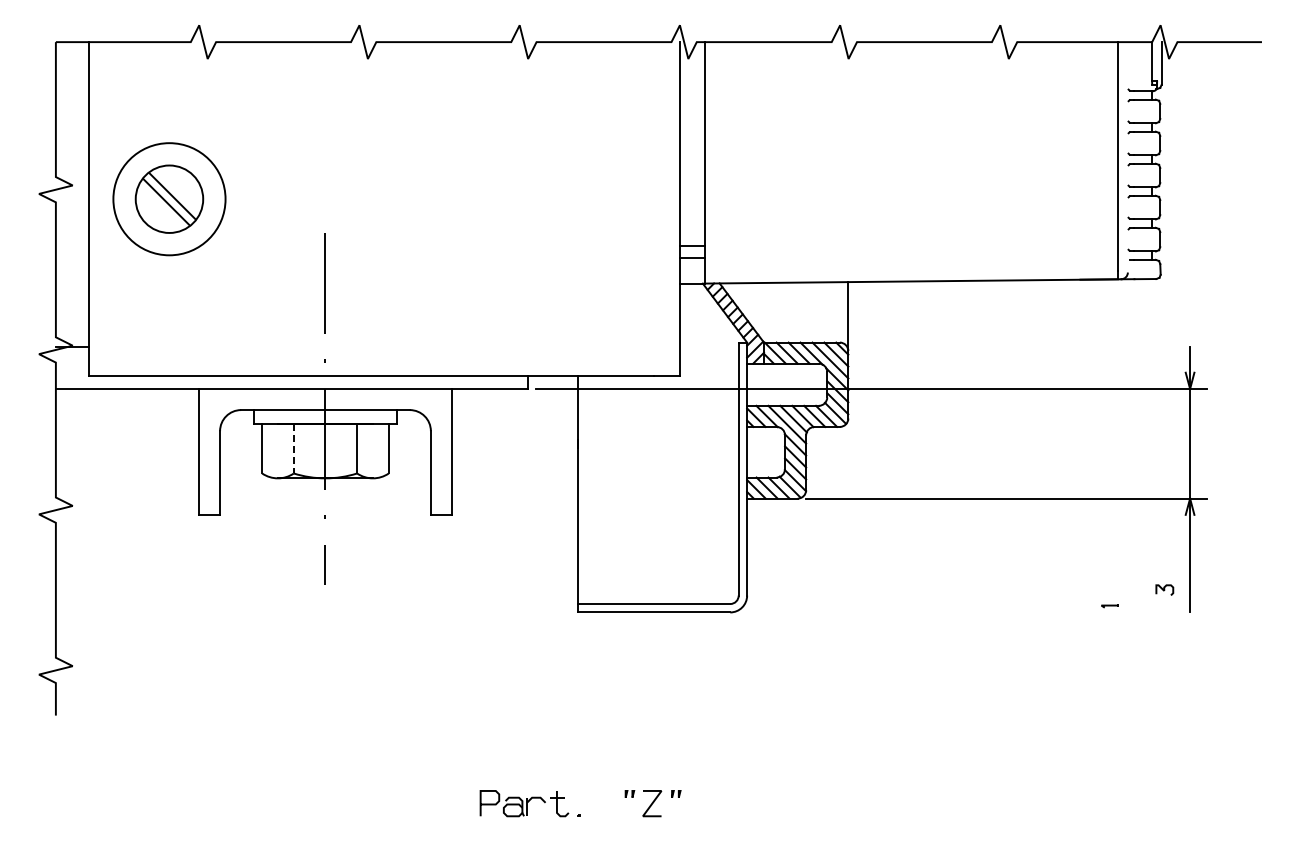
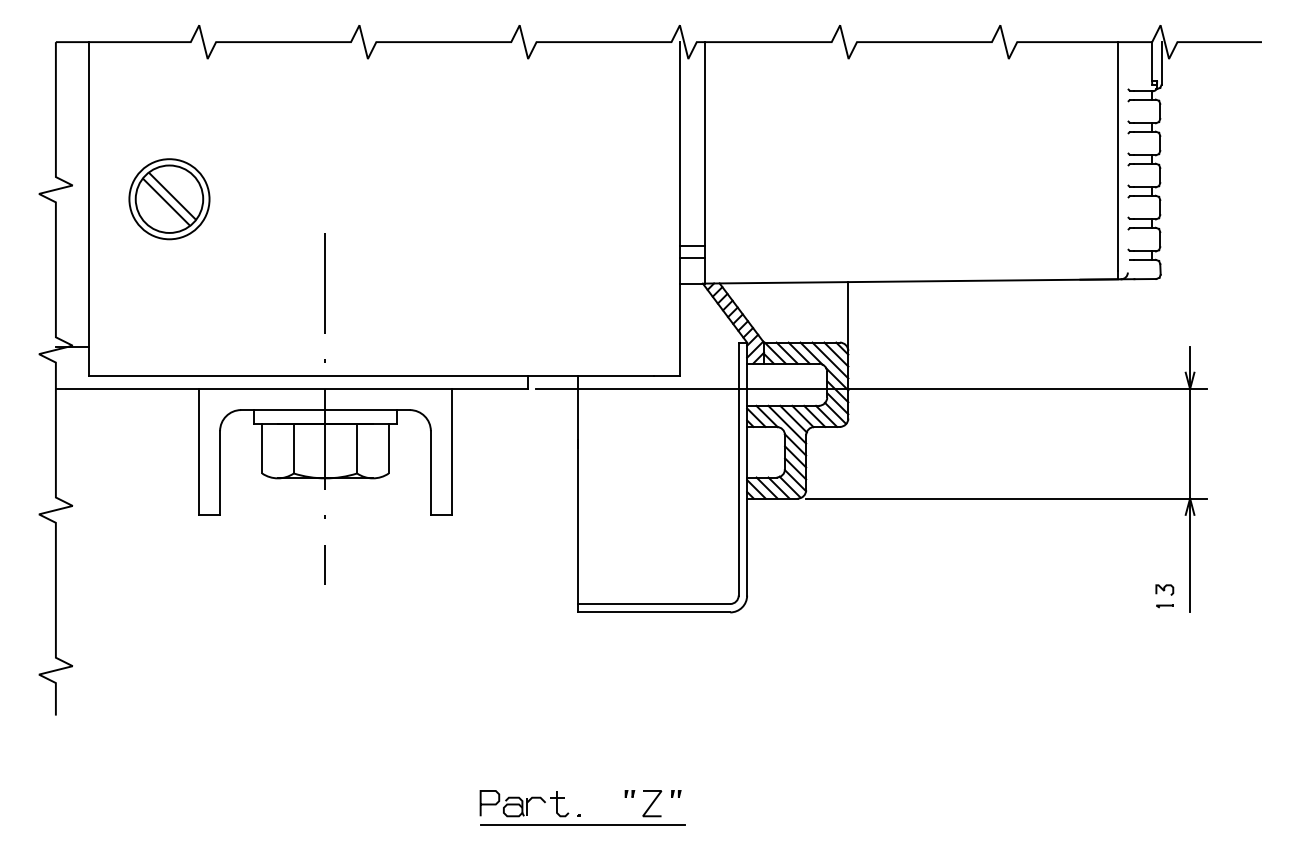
circle at (169, 199) diameter: 112 px -> 80 px
line at (293, 448): dashed -> solid
part at (1109, 606) position: (1109, 606) -> (1164, 606)
line at (582, 824): none -> present
